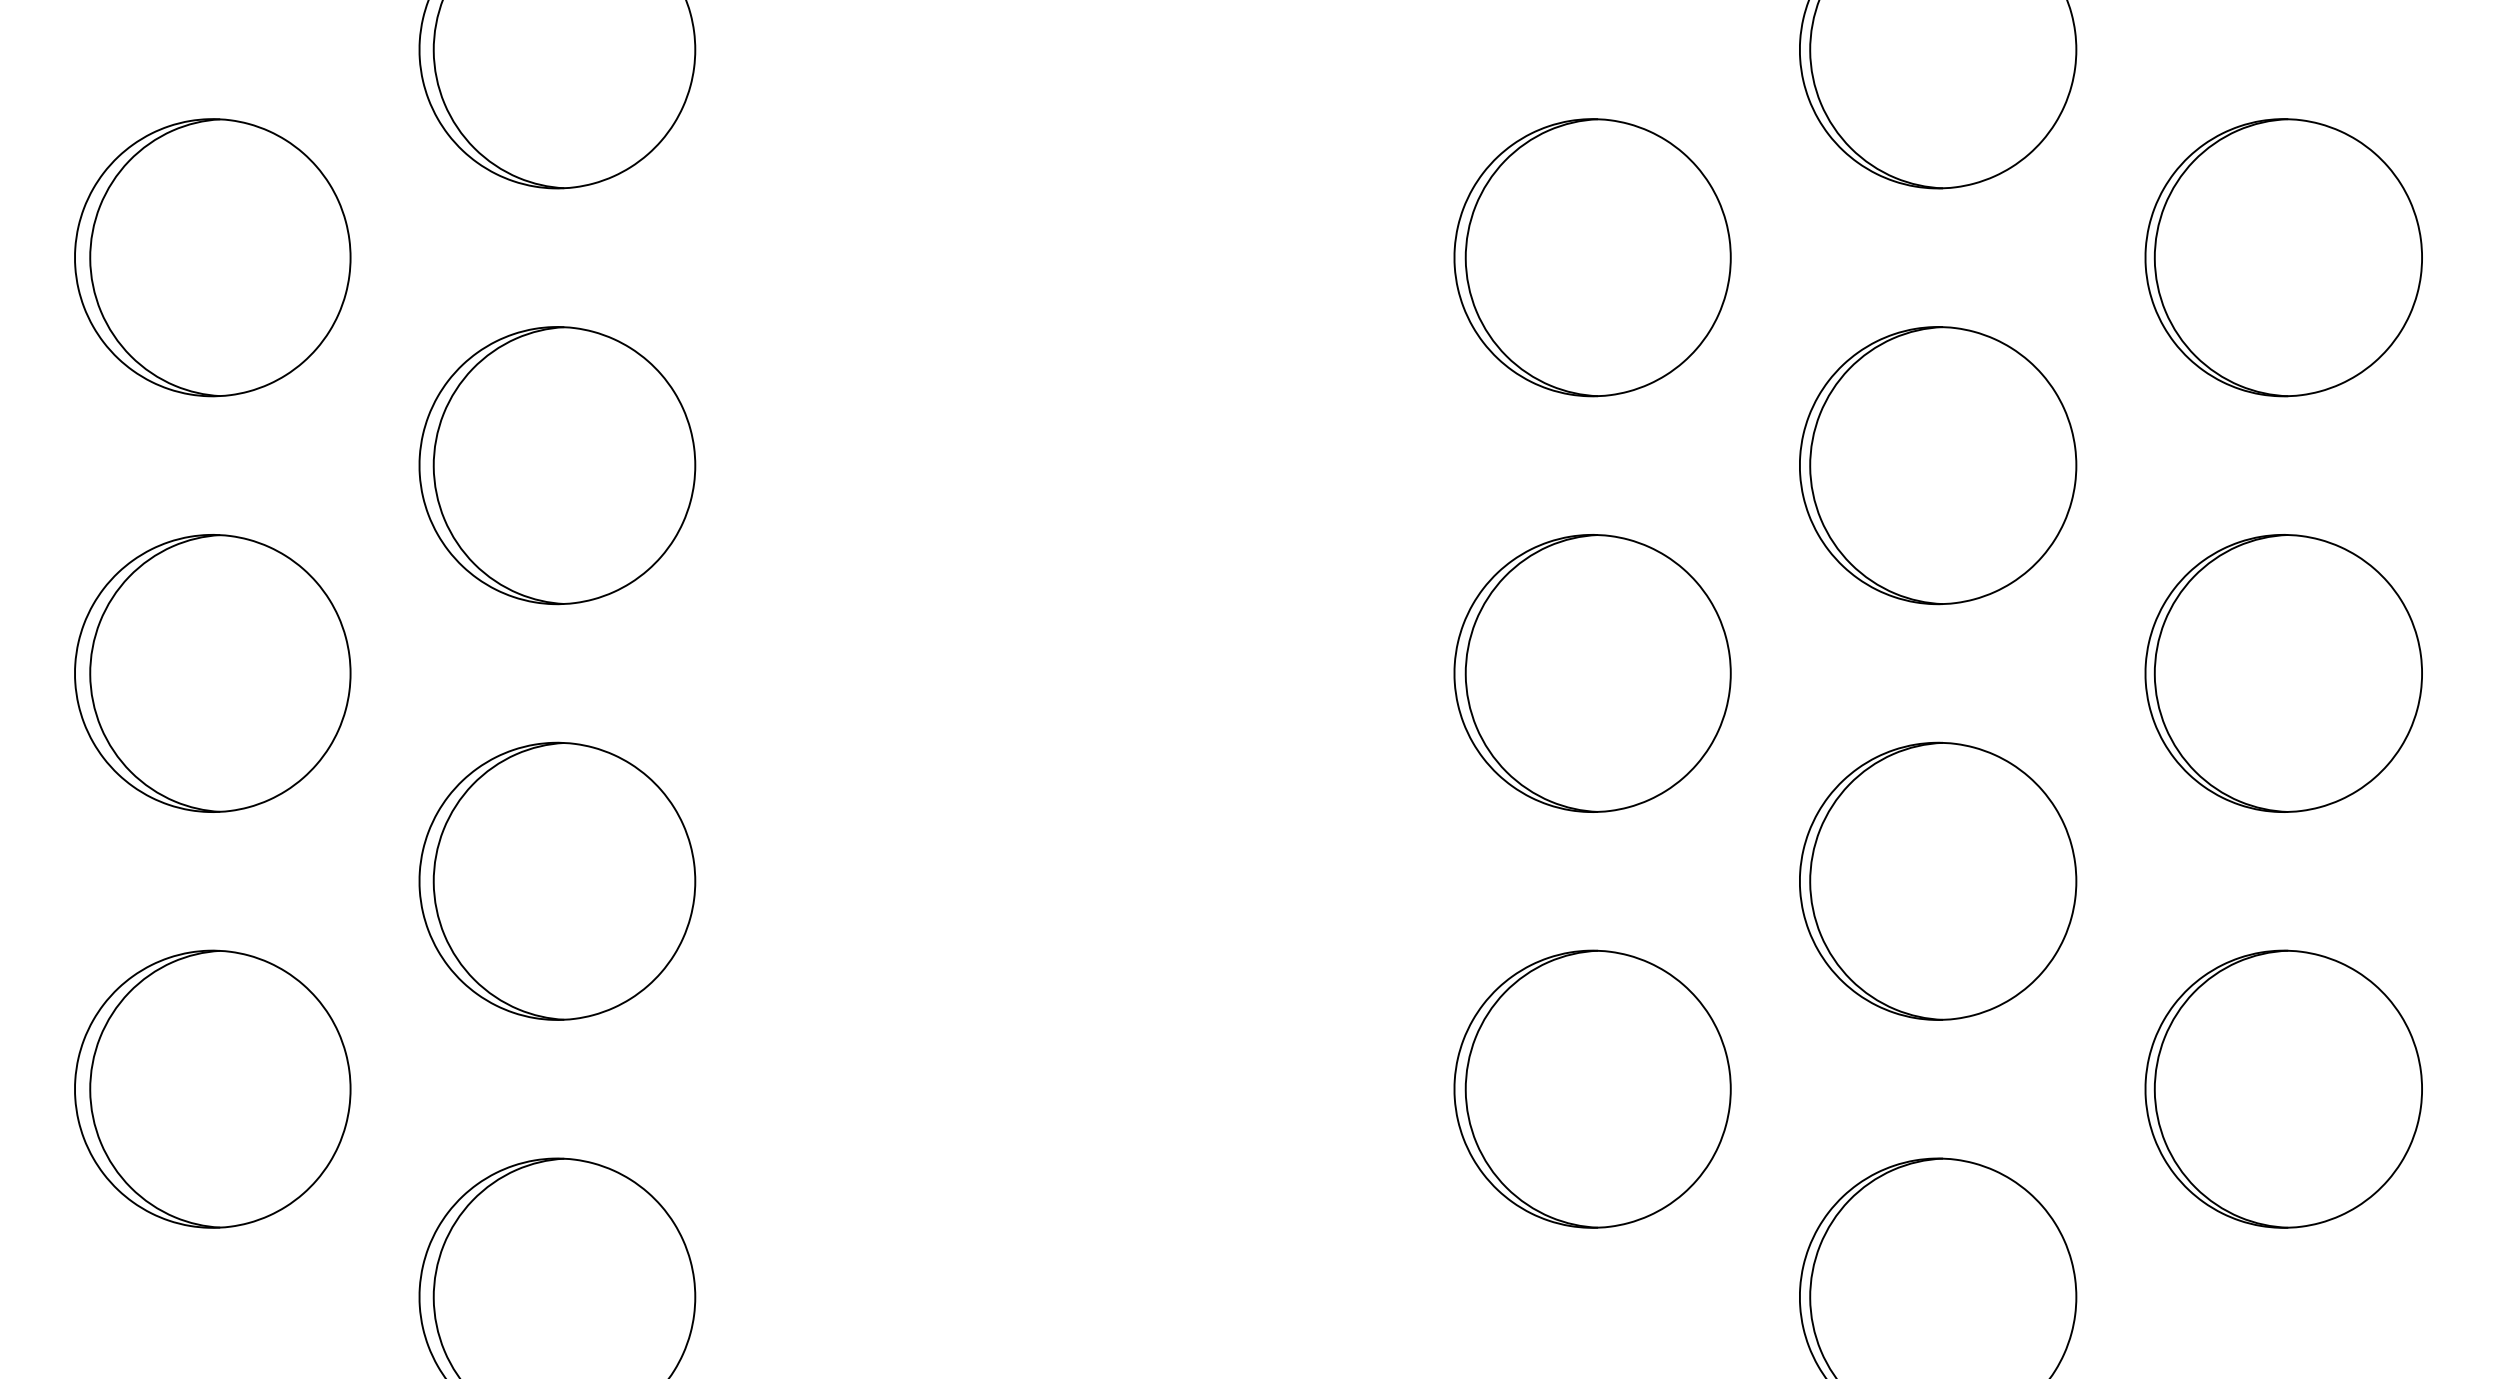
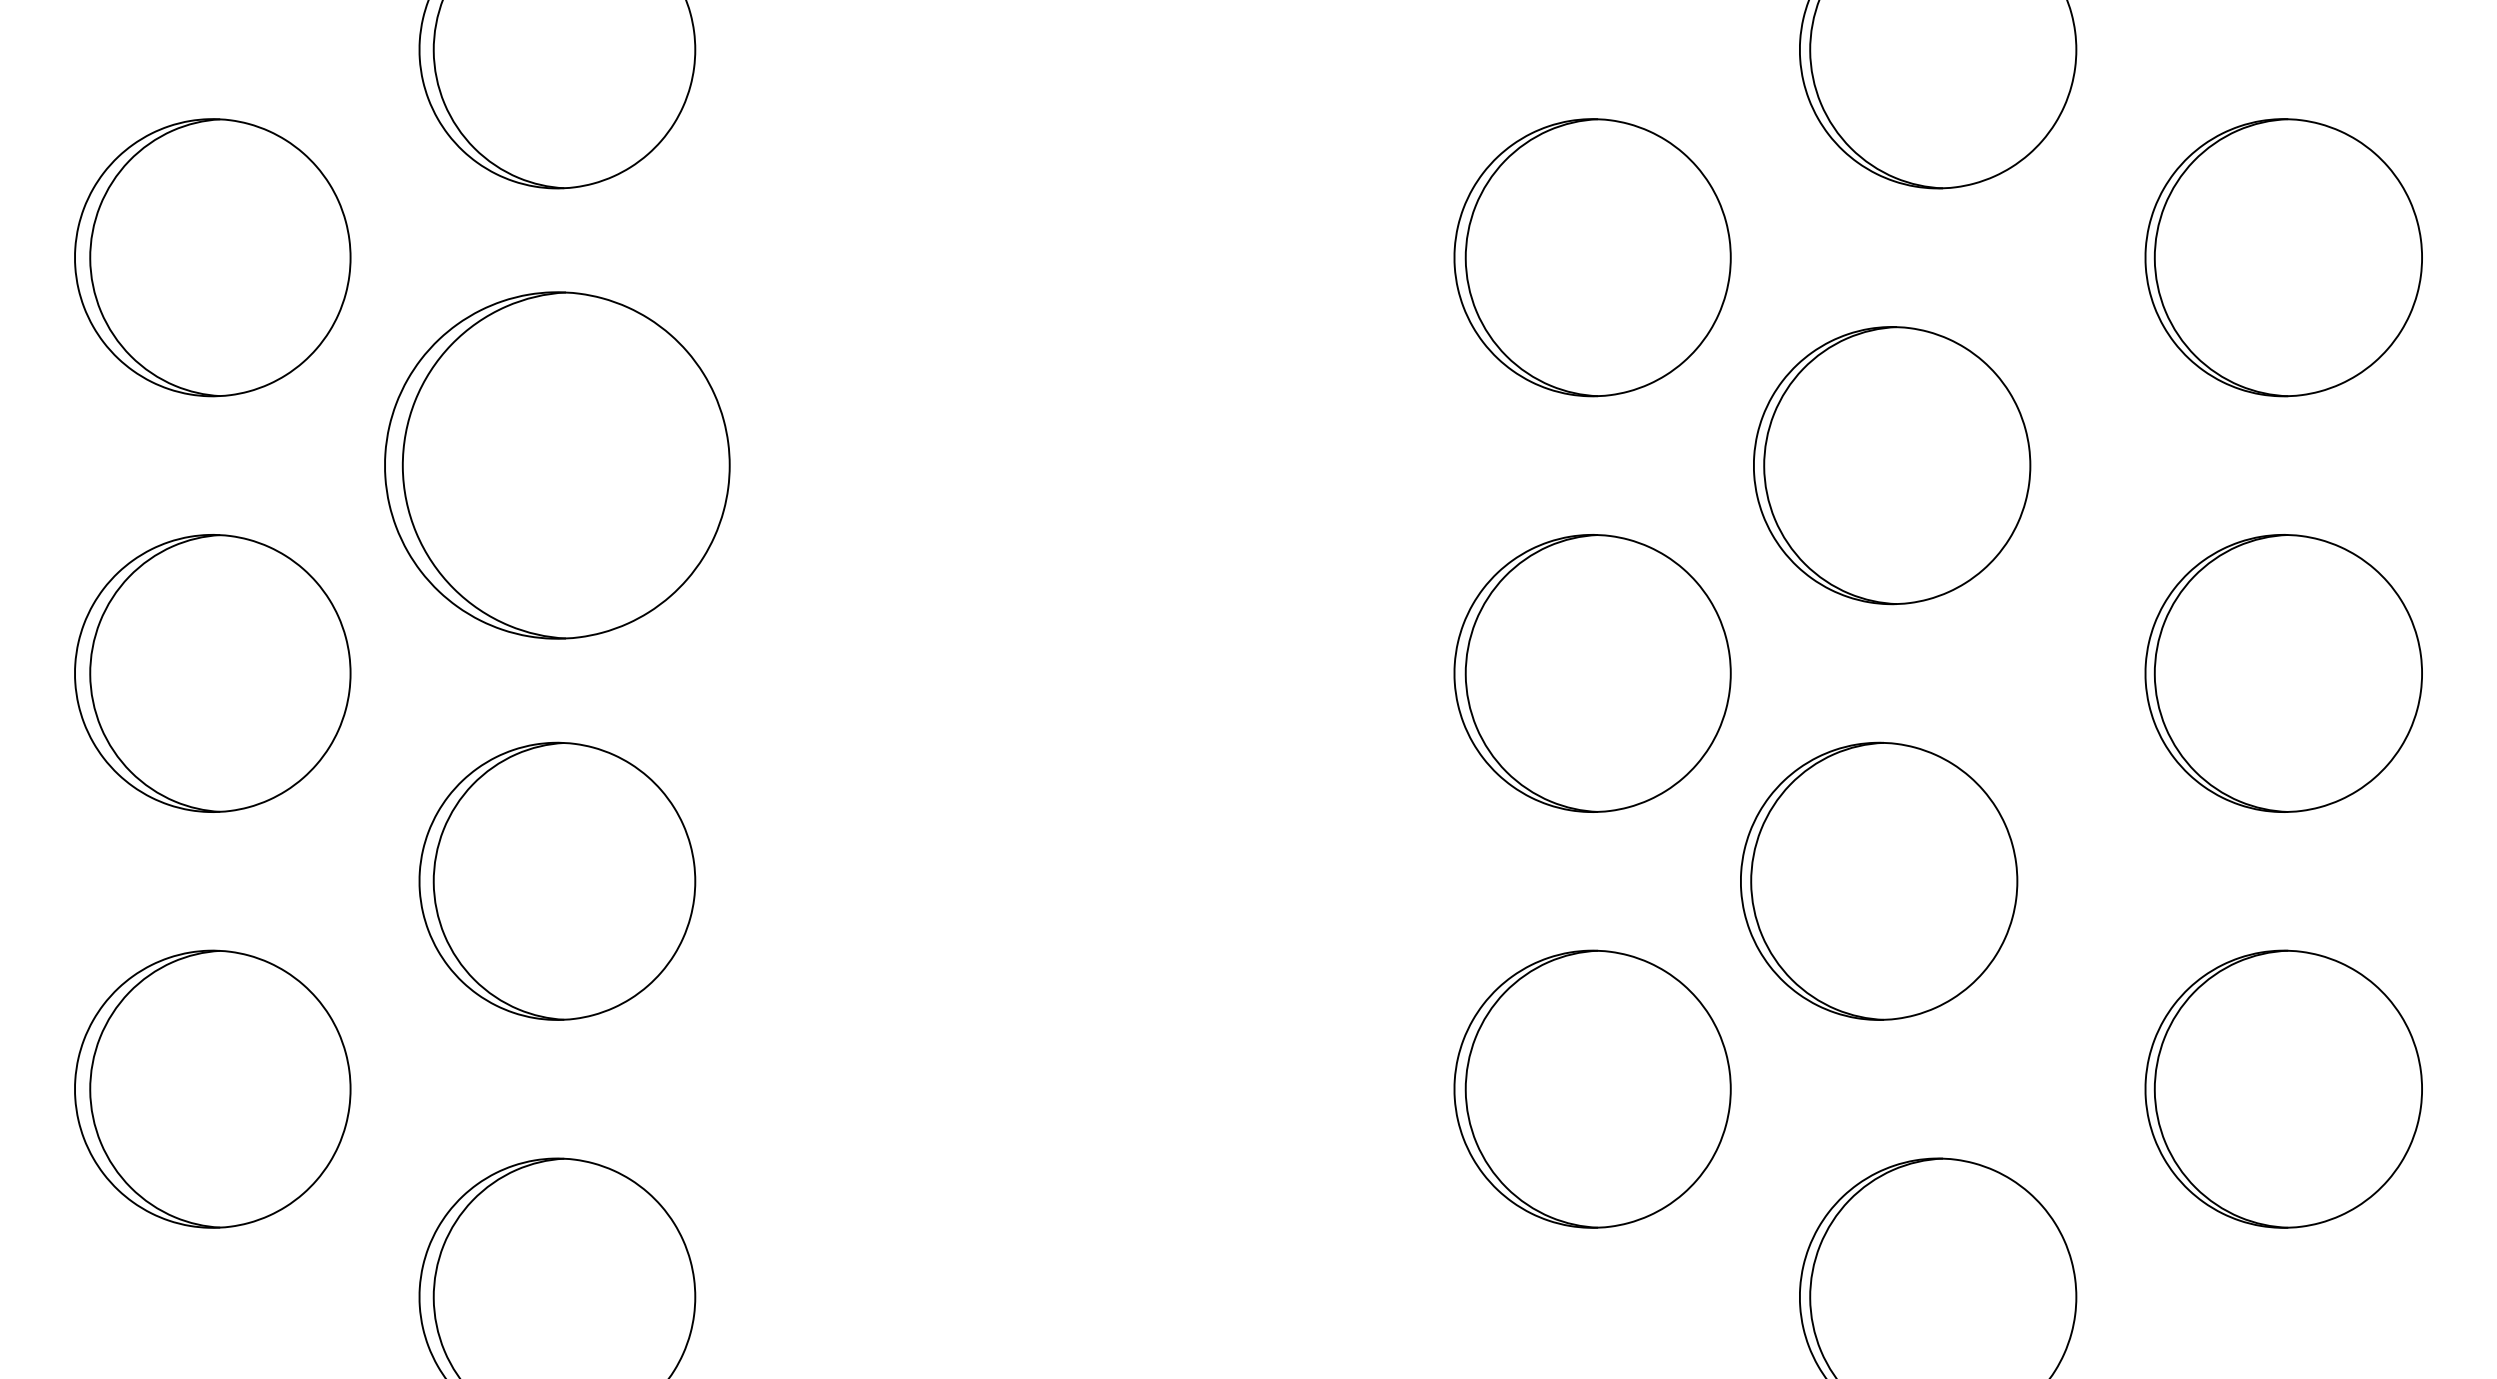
part at (557, 465) size: 279x280 px -> 347x349 px
part at (1938, 465) position: (1938, 465) -> (1892, 465)
part at (1938, 880) position: (1938, 880) -> (1879, 880)
